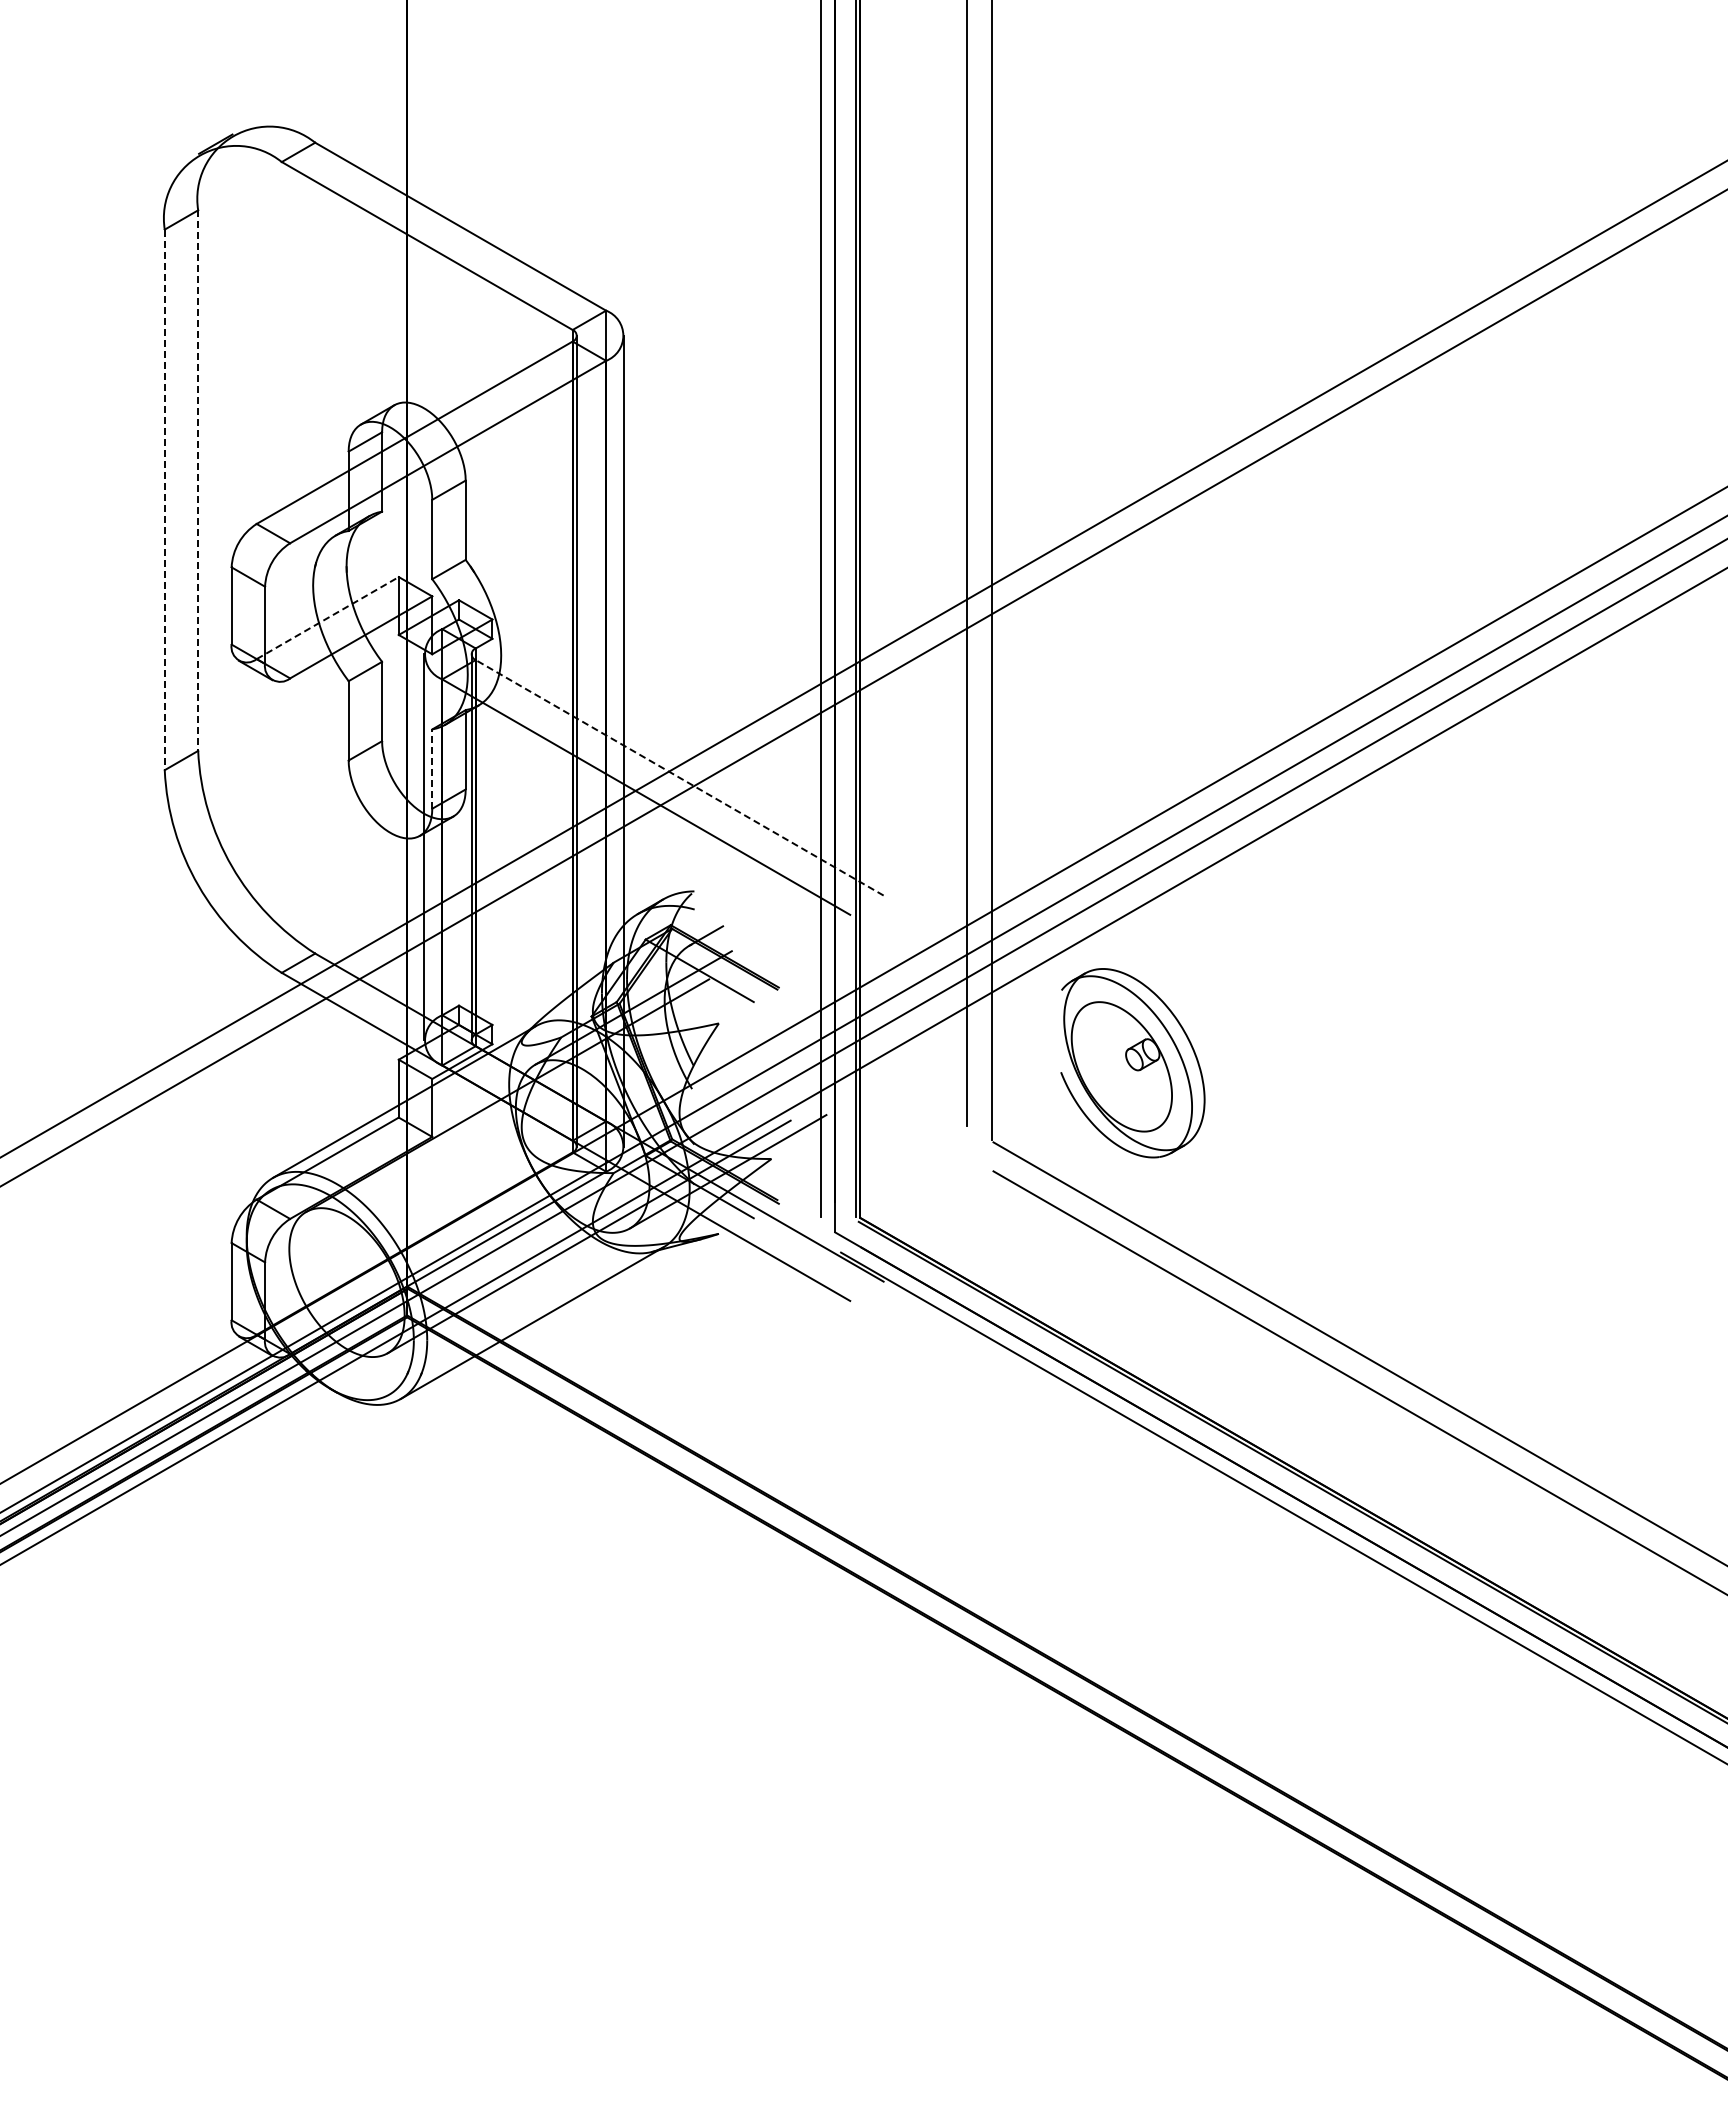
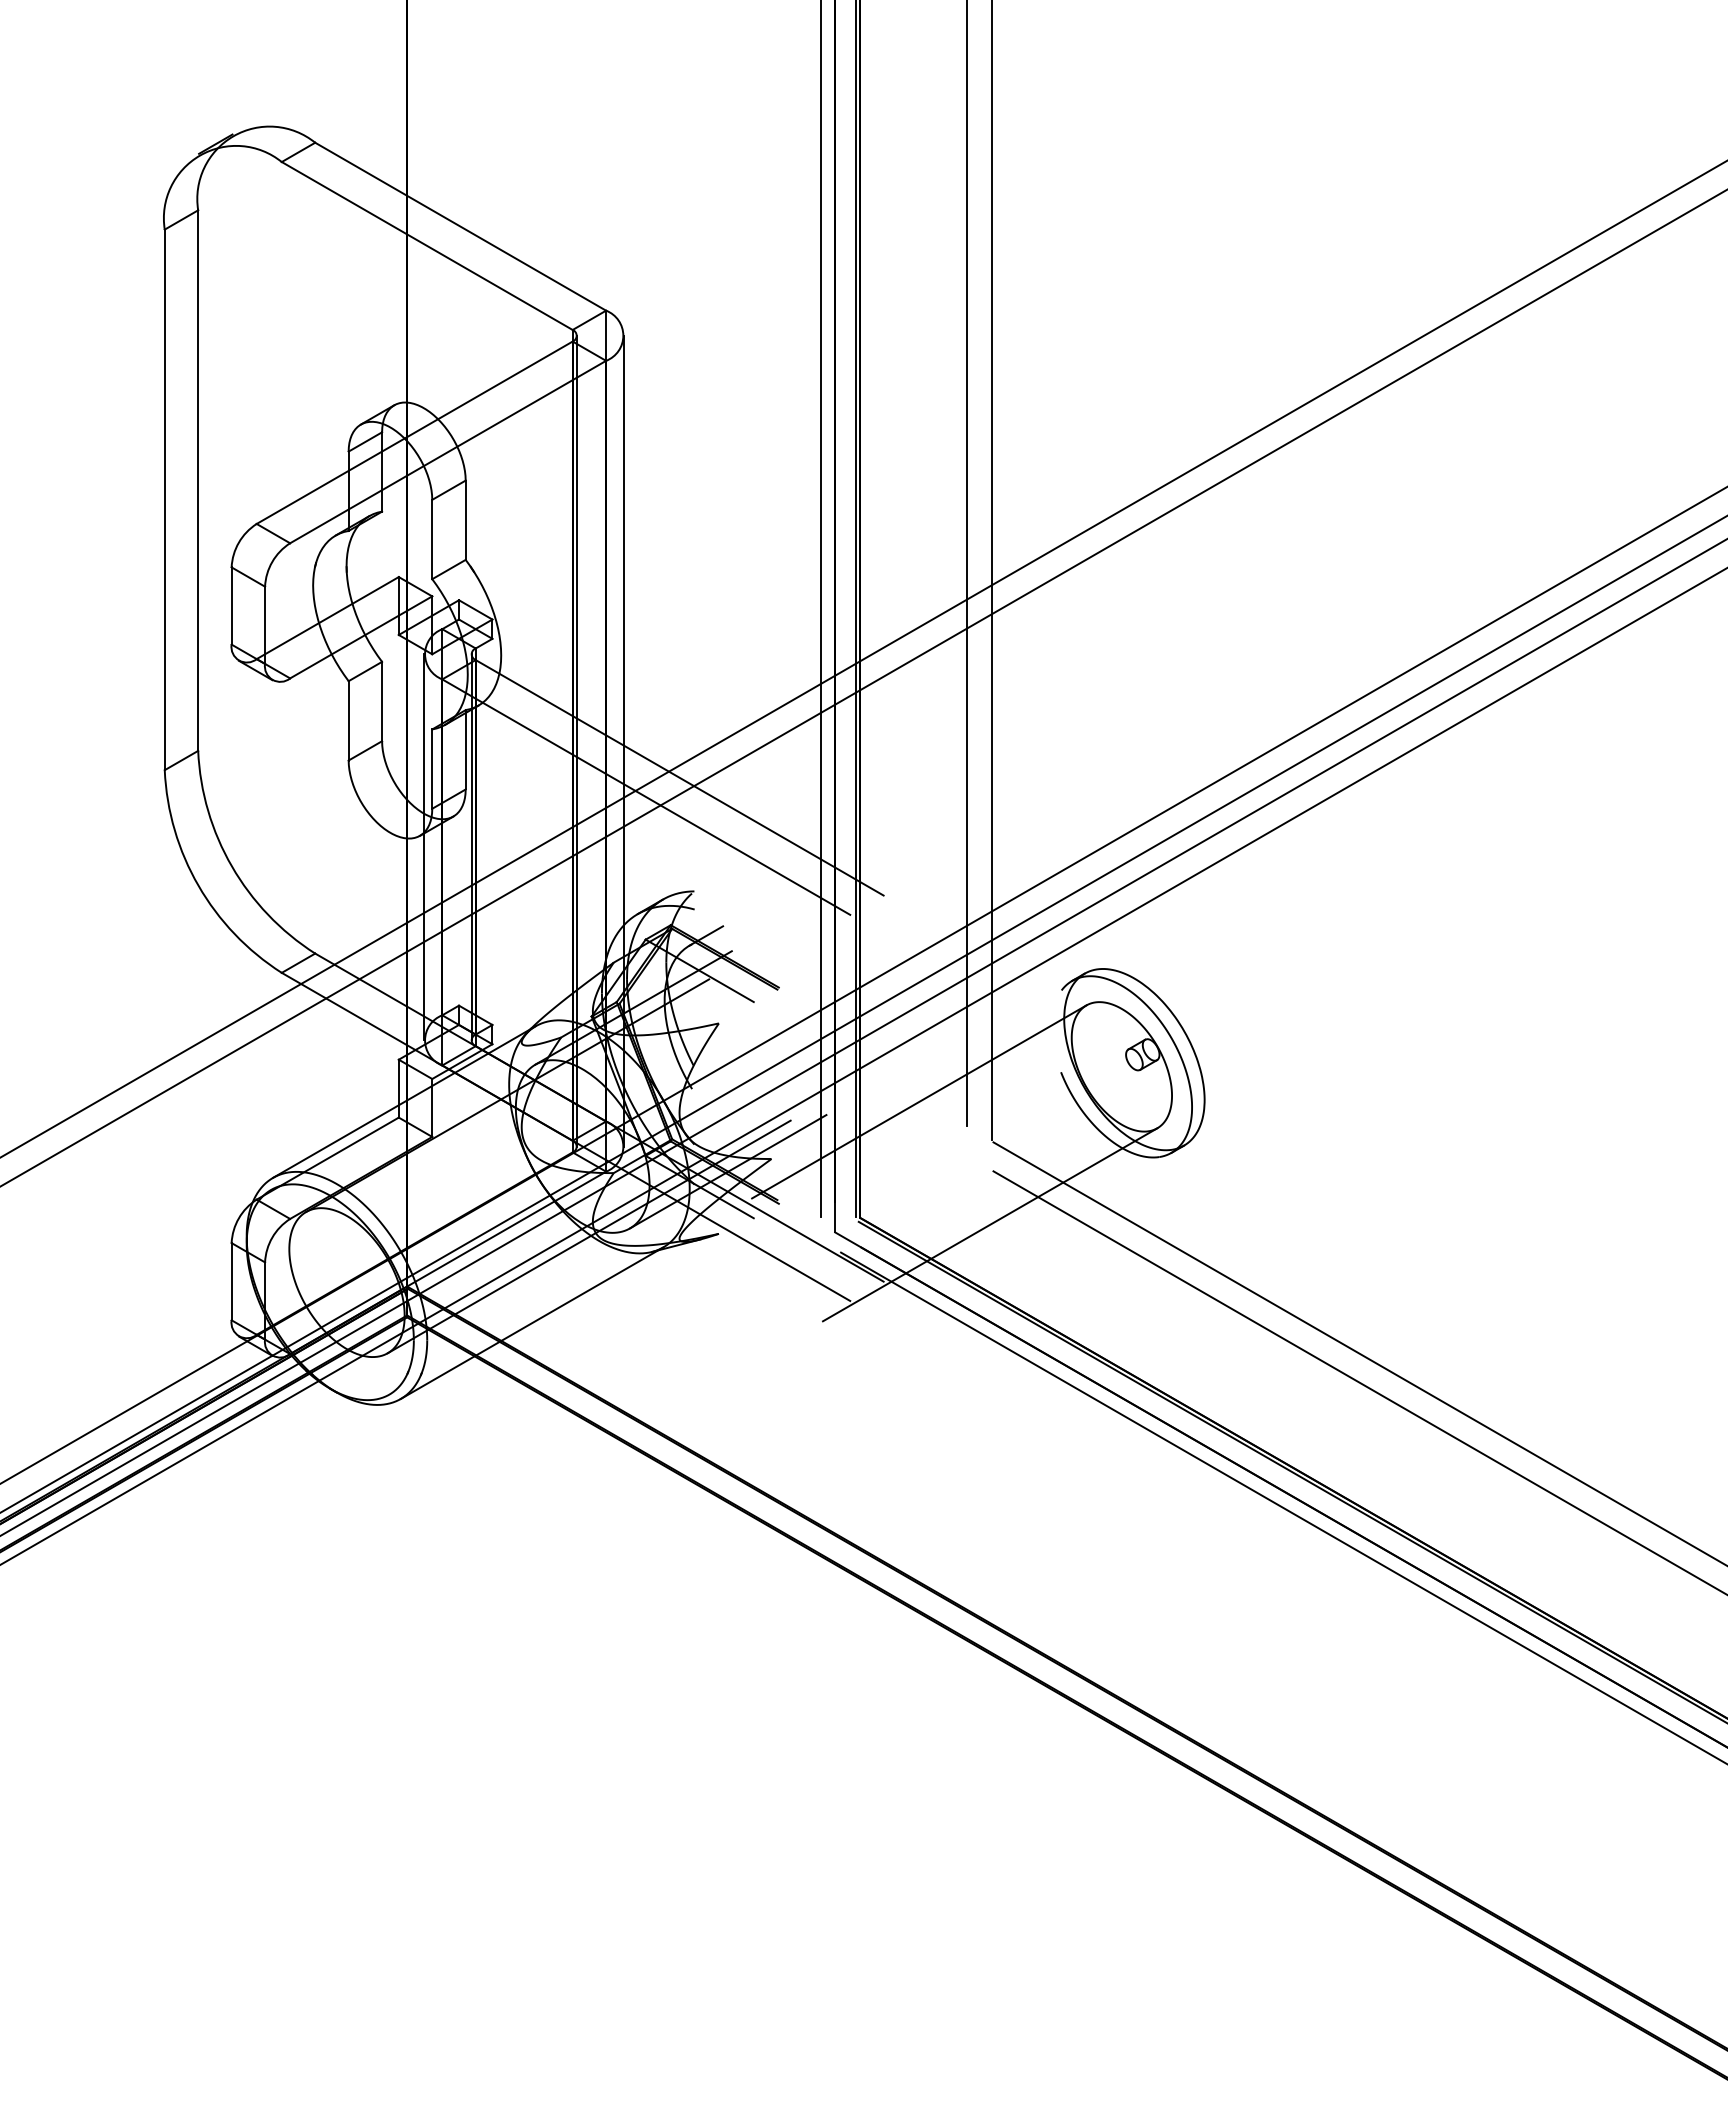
line at (198, 481): dashed -> solid
line at (164, 500): dashed -> solid
line at (328, 617): dashed -> solid
line at (432, 769): dashed -> solid
line at (679, 777): dashed -> solid
line at (919, 1101): none -> present
line at (989, 1224): none -> present
